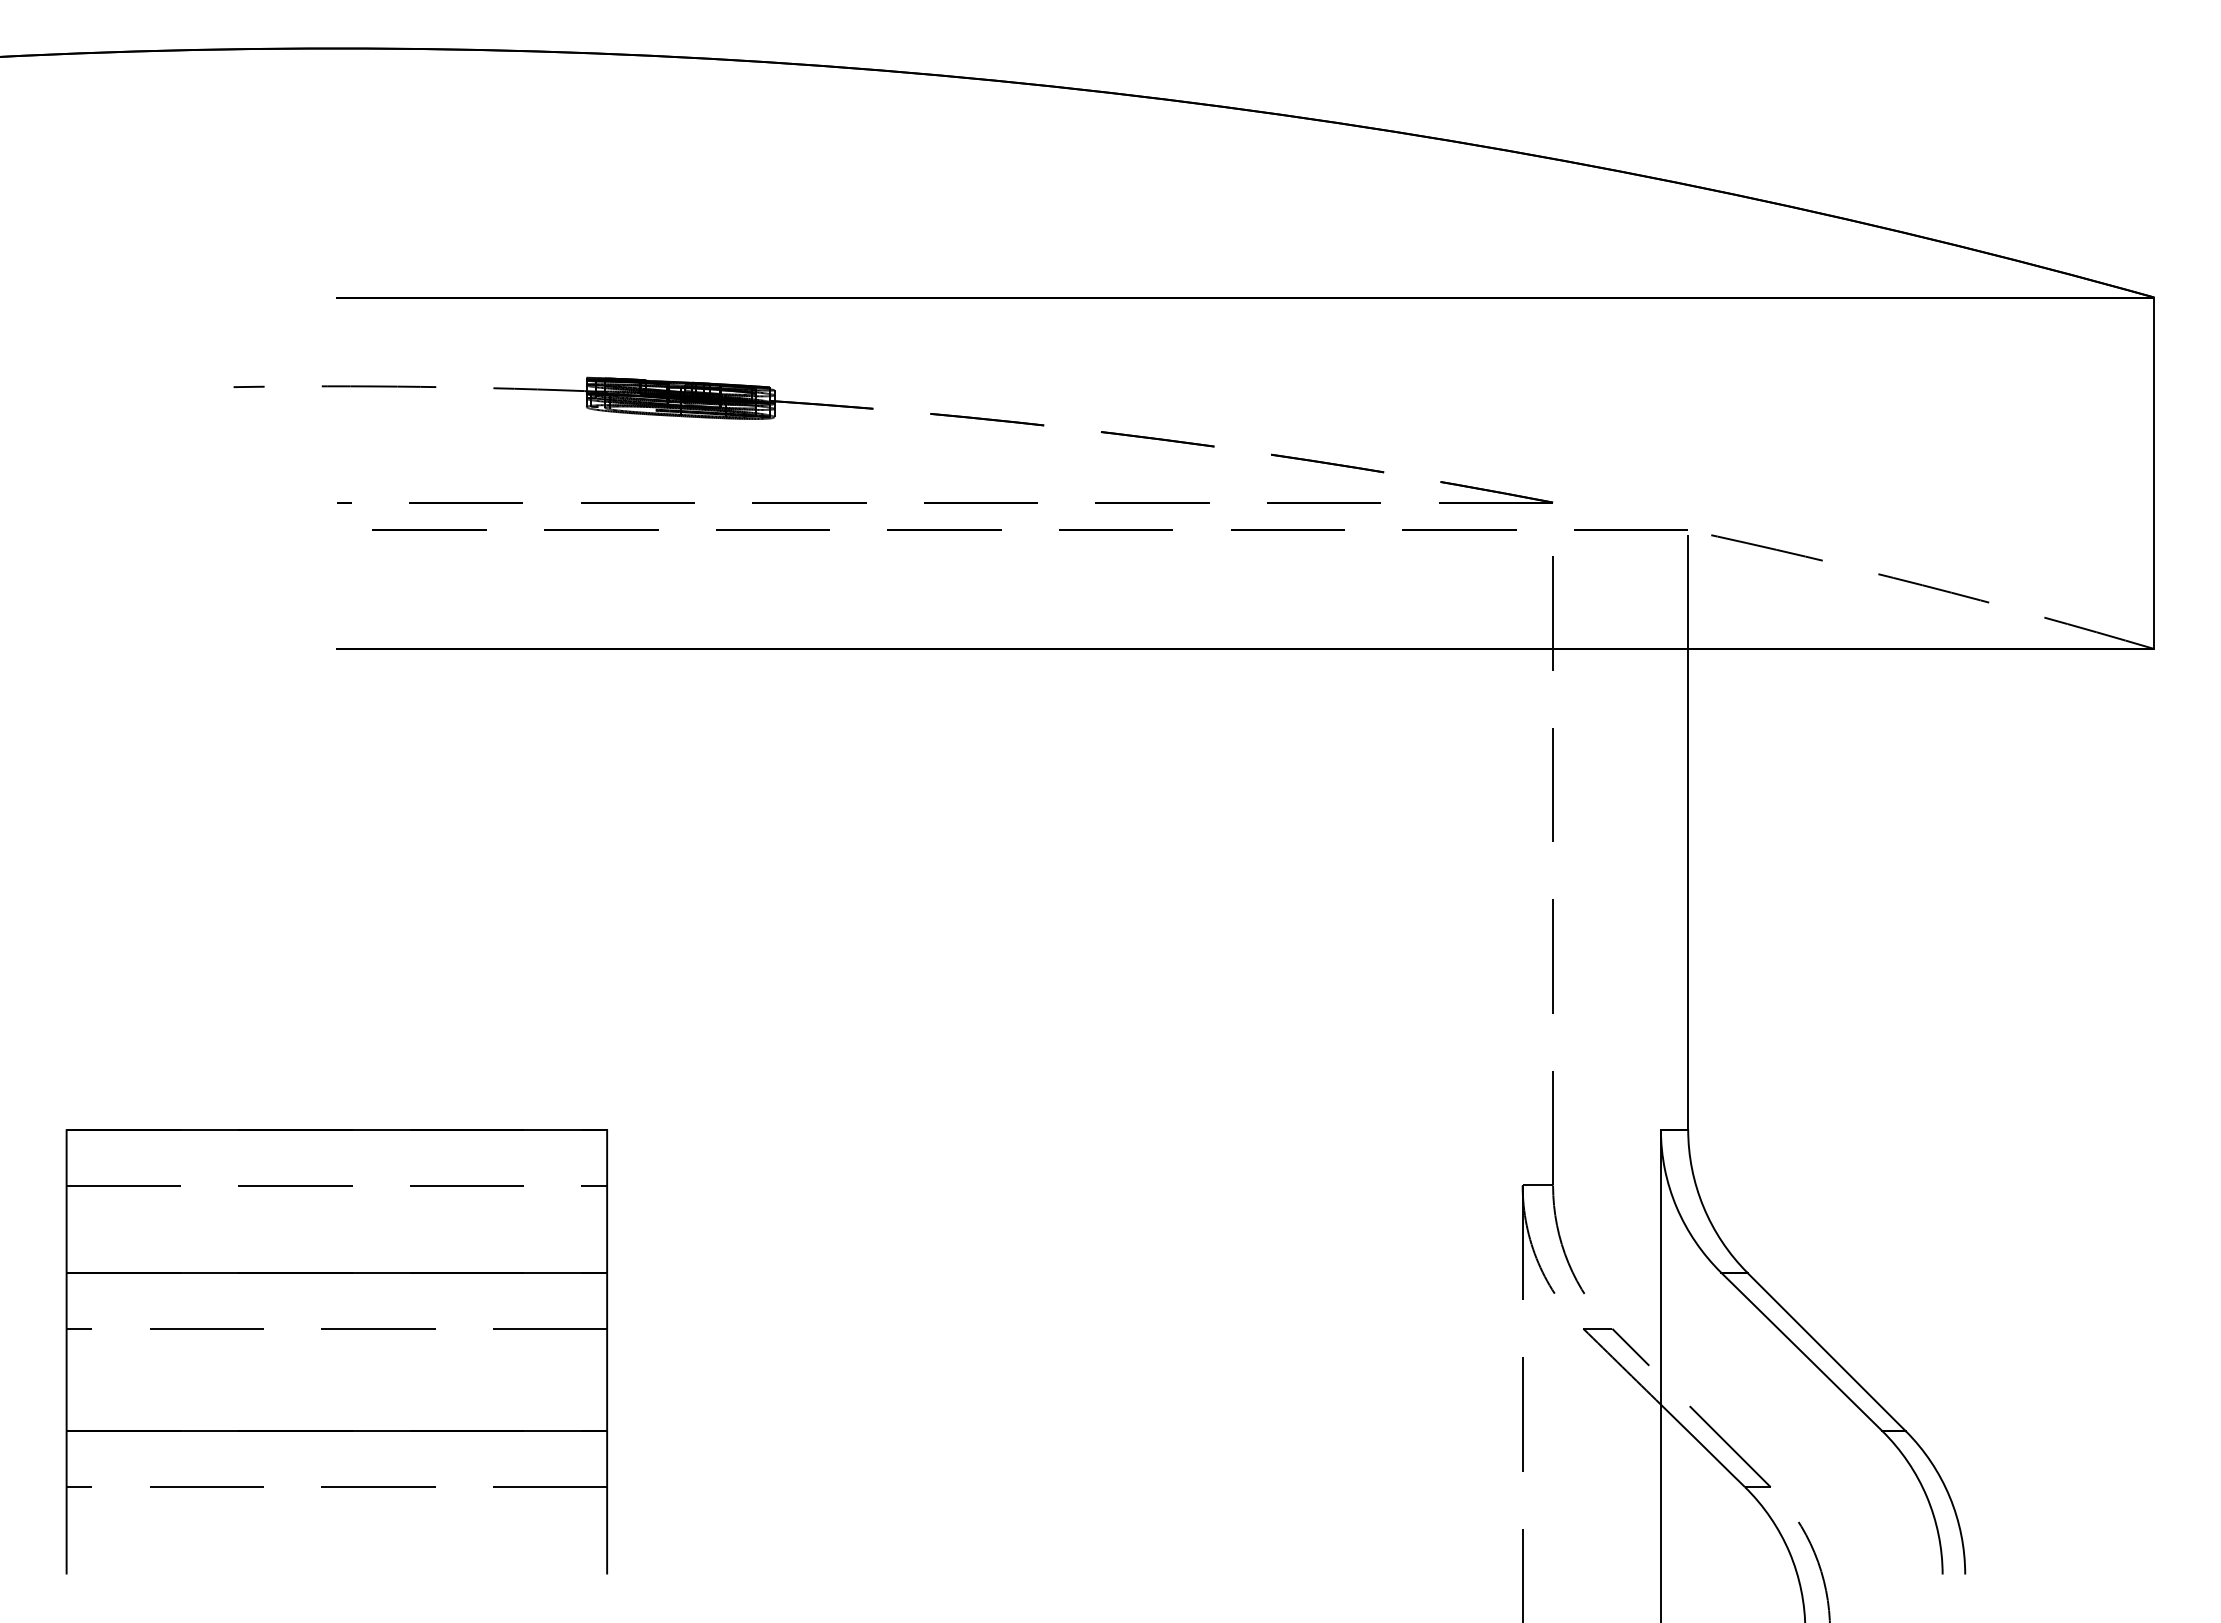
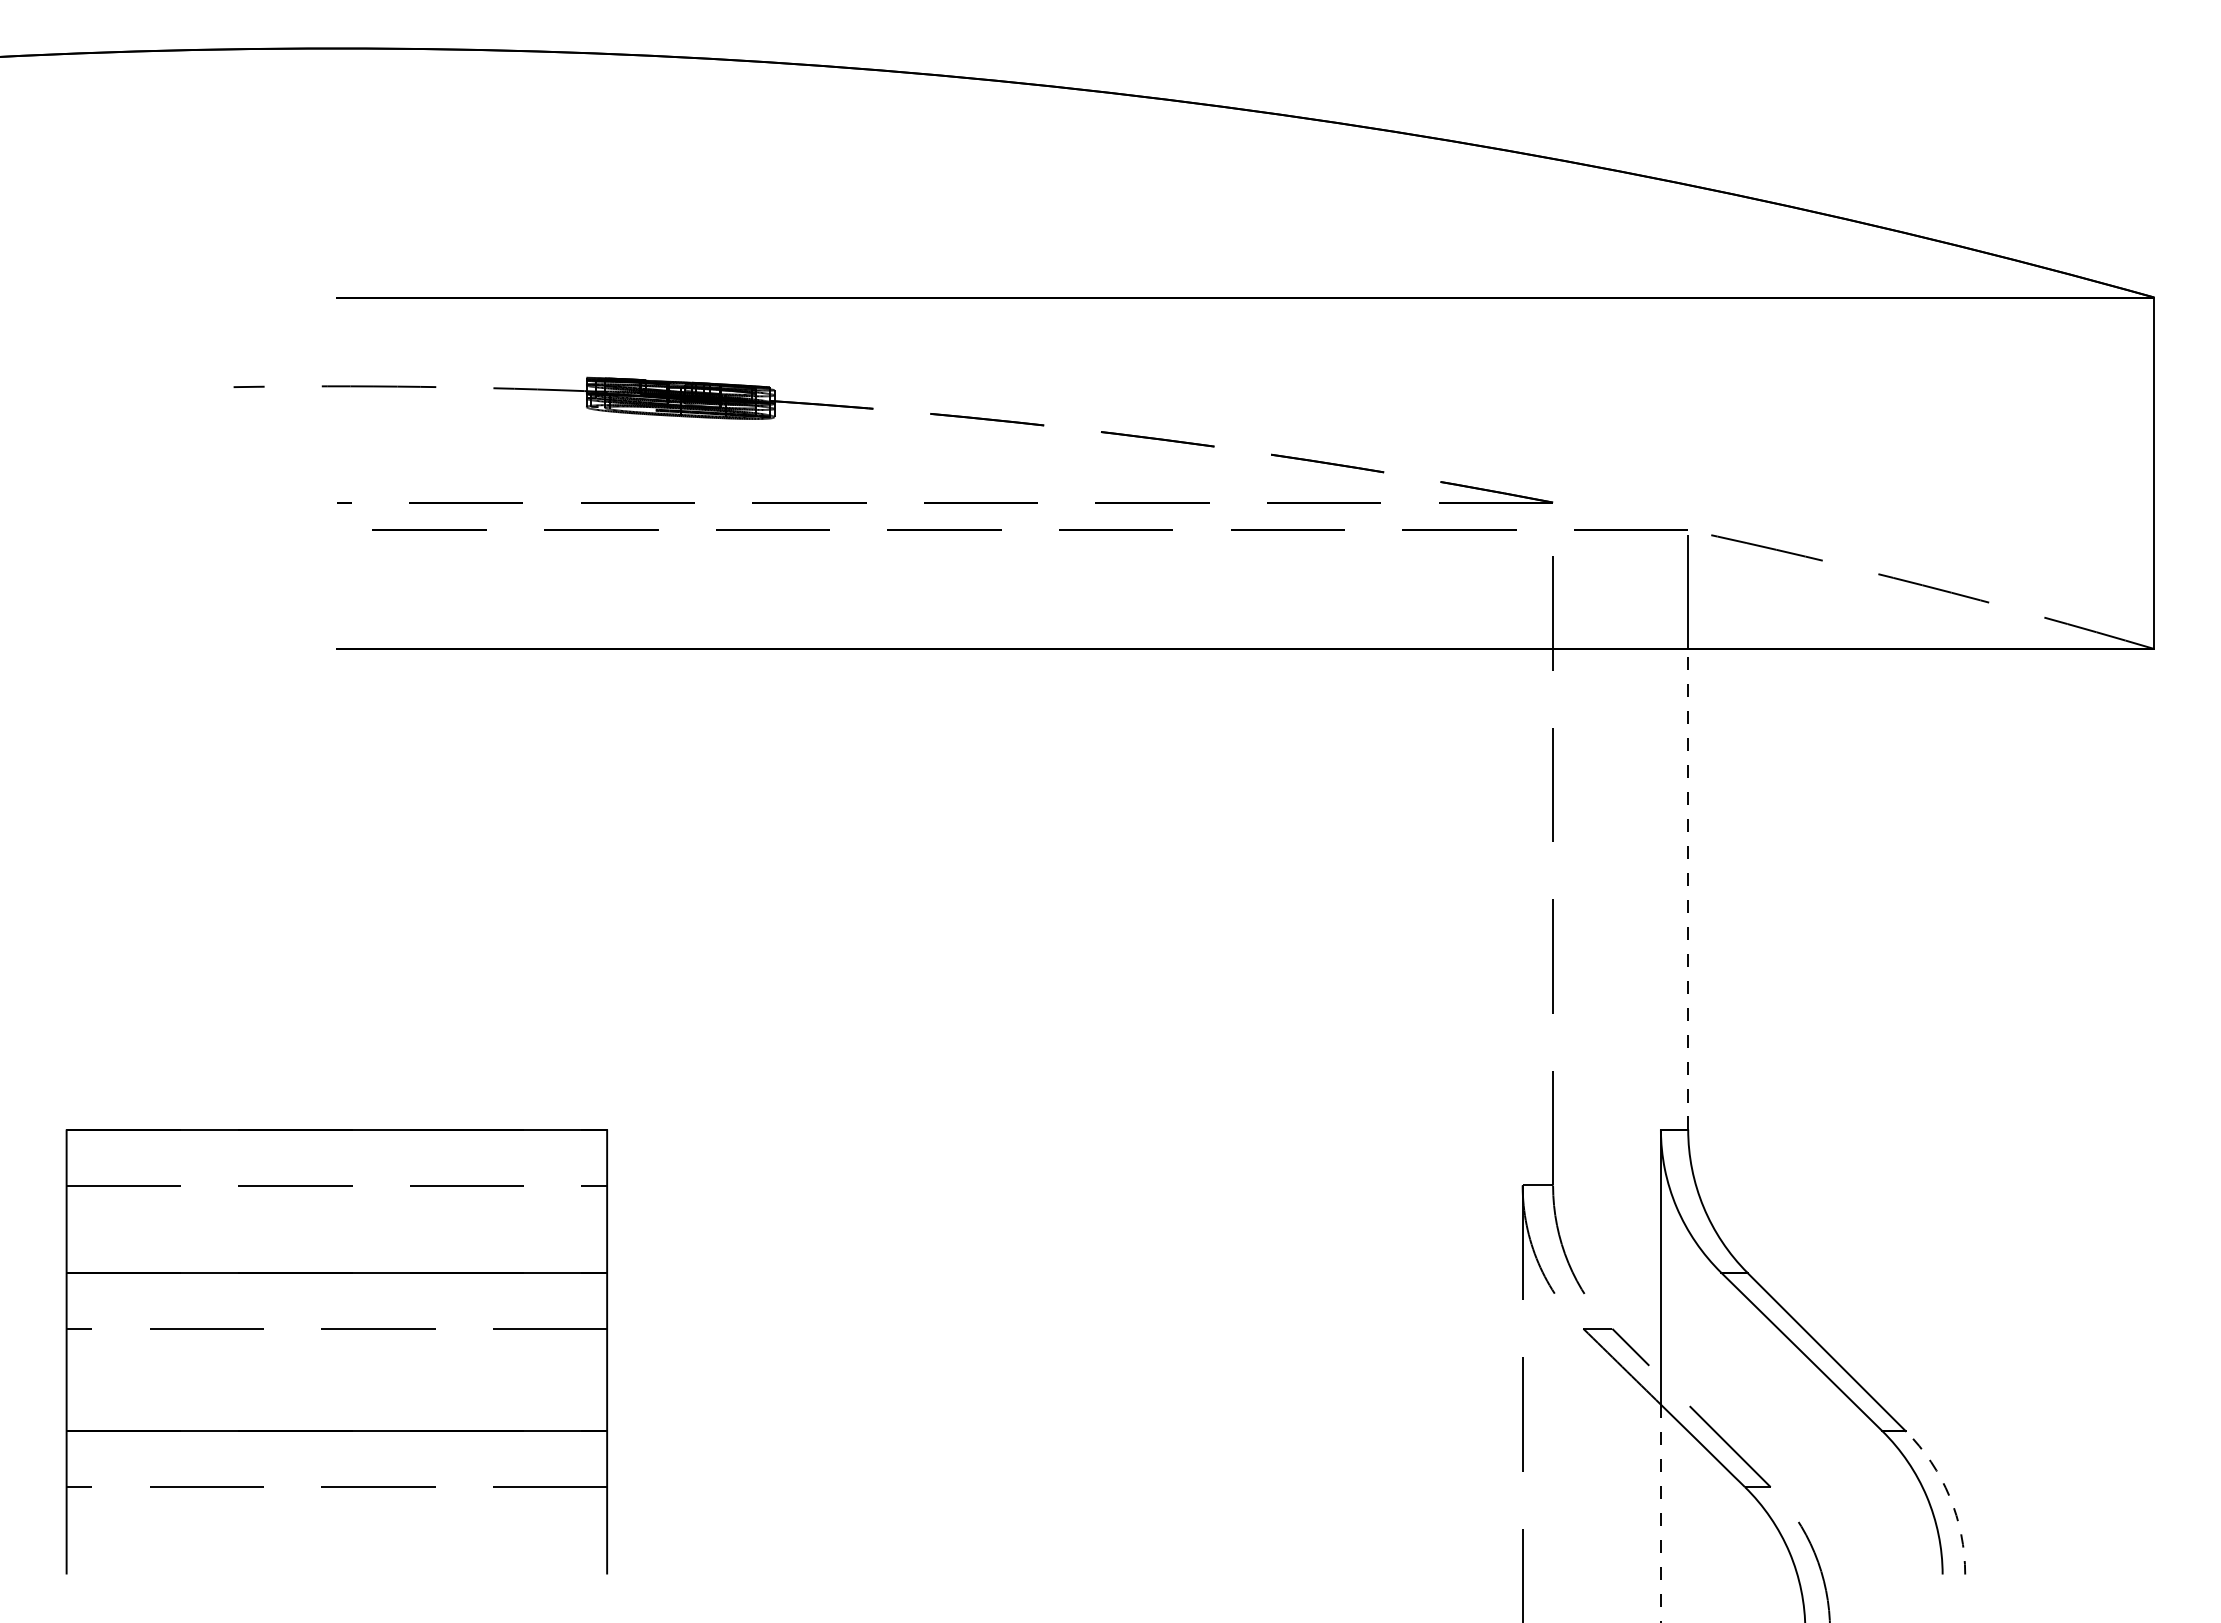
line at (1688, 888): solid -> dashed
arc at (1949, 1496): solid -> dashed
line at (1660, 1513): solid -> dashed
